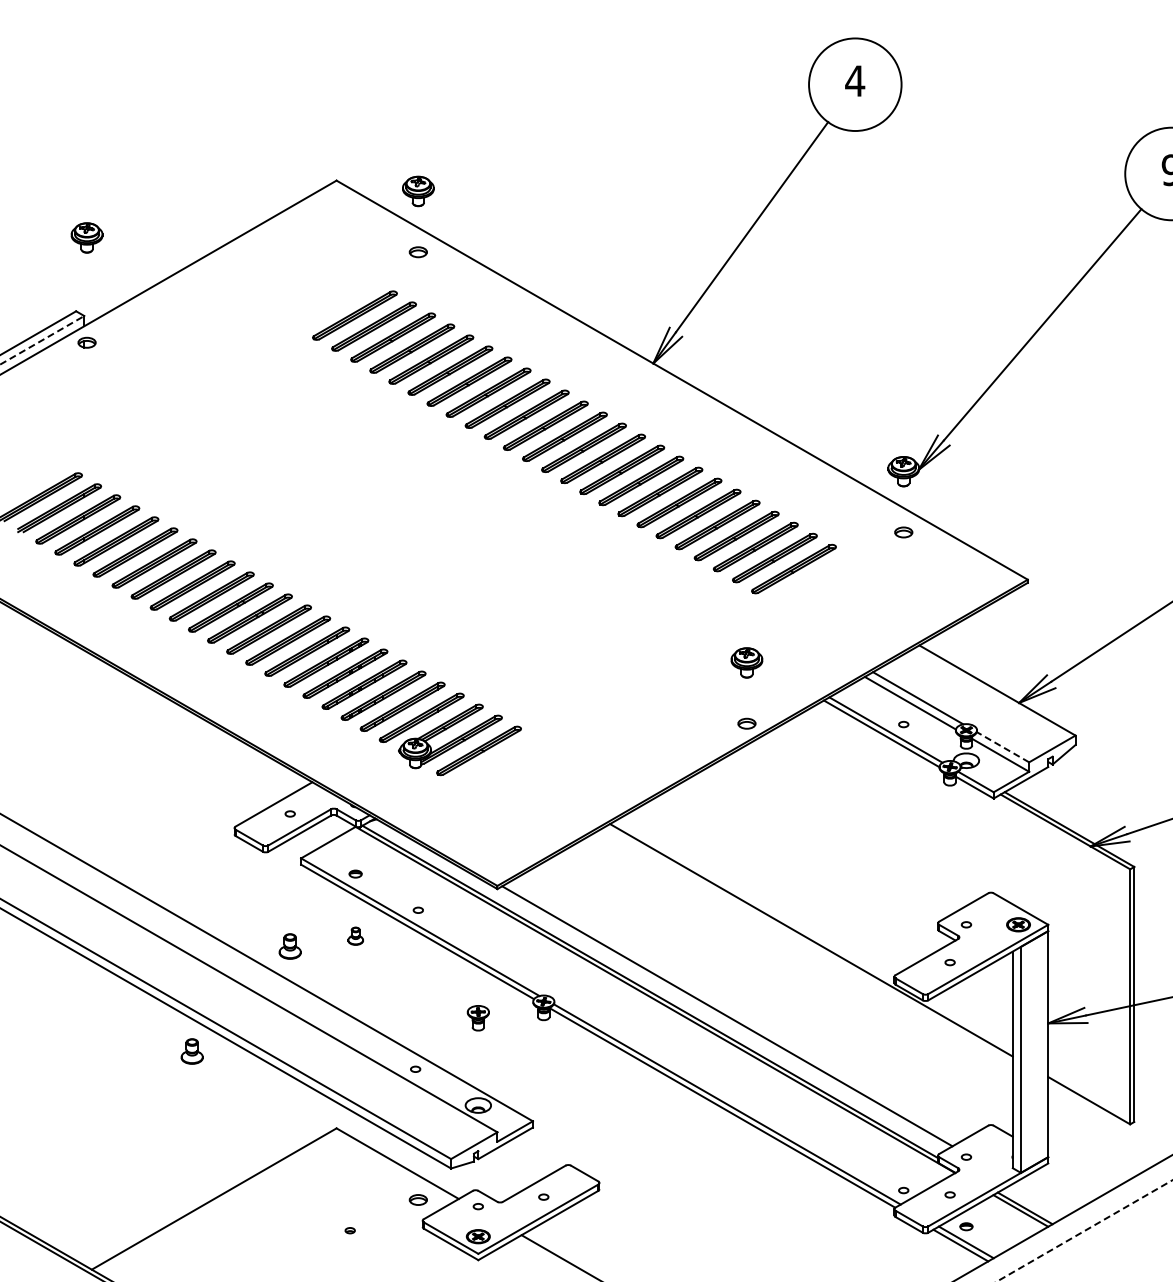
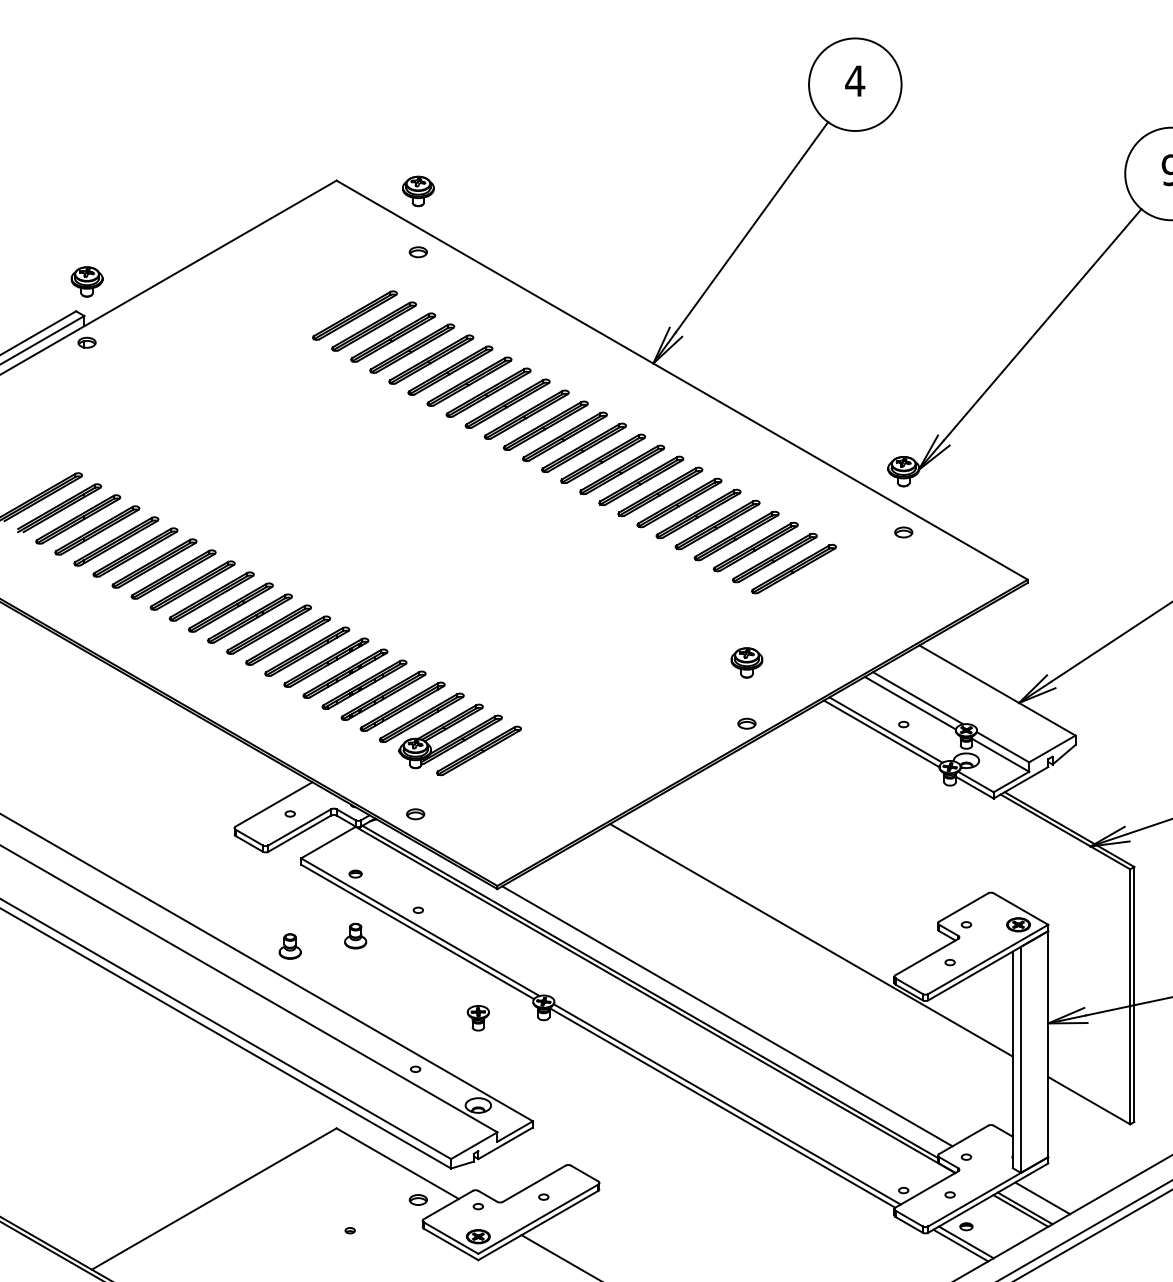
part at (86, 237) position: (86, 237) -> (86, 281)
line at (42, 340): dashed -> solid
line at (1002, 747): dashed -> solid
part at (415, 814): none -> present
part at (355, 935) size: 17x20 px -> 24x27 px
part at (191, 1051): present -> none
line at (1042, 1198): none -> present
line at (1084, 1231): dashed -> solid
line at (1093, 1234): none -> present
